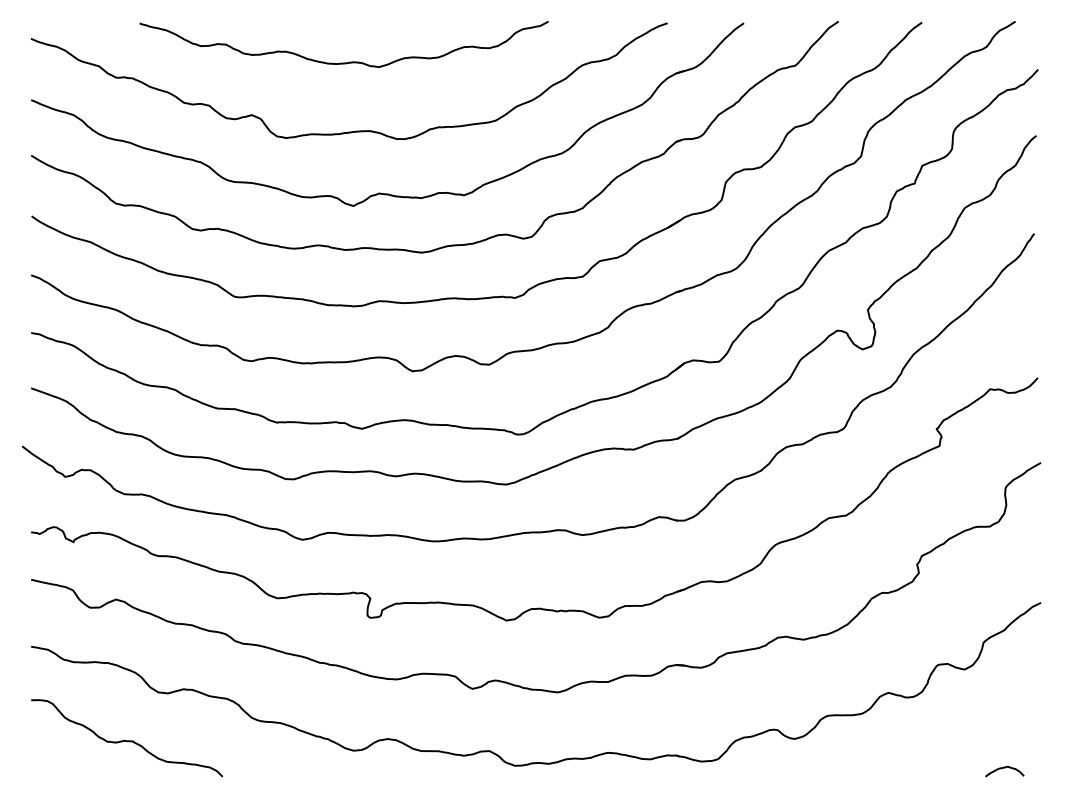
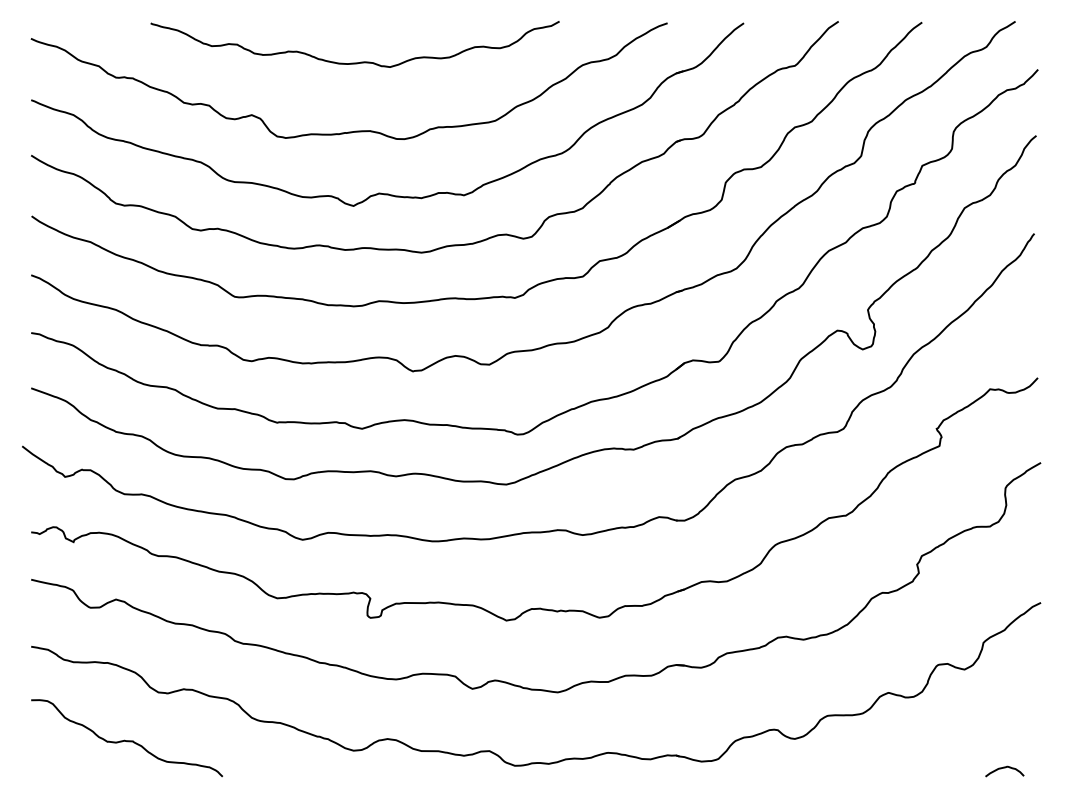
curve at (343, 62) position: (343, 62) -> (354, 62)
